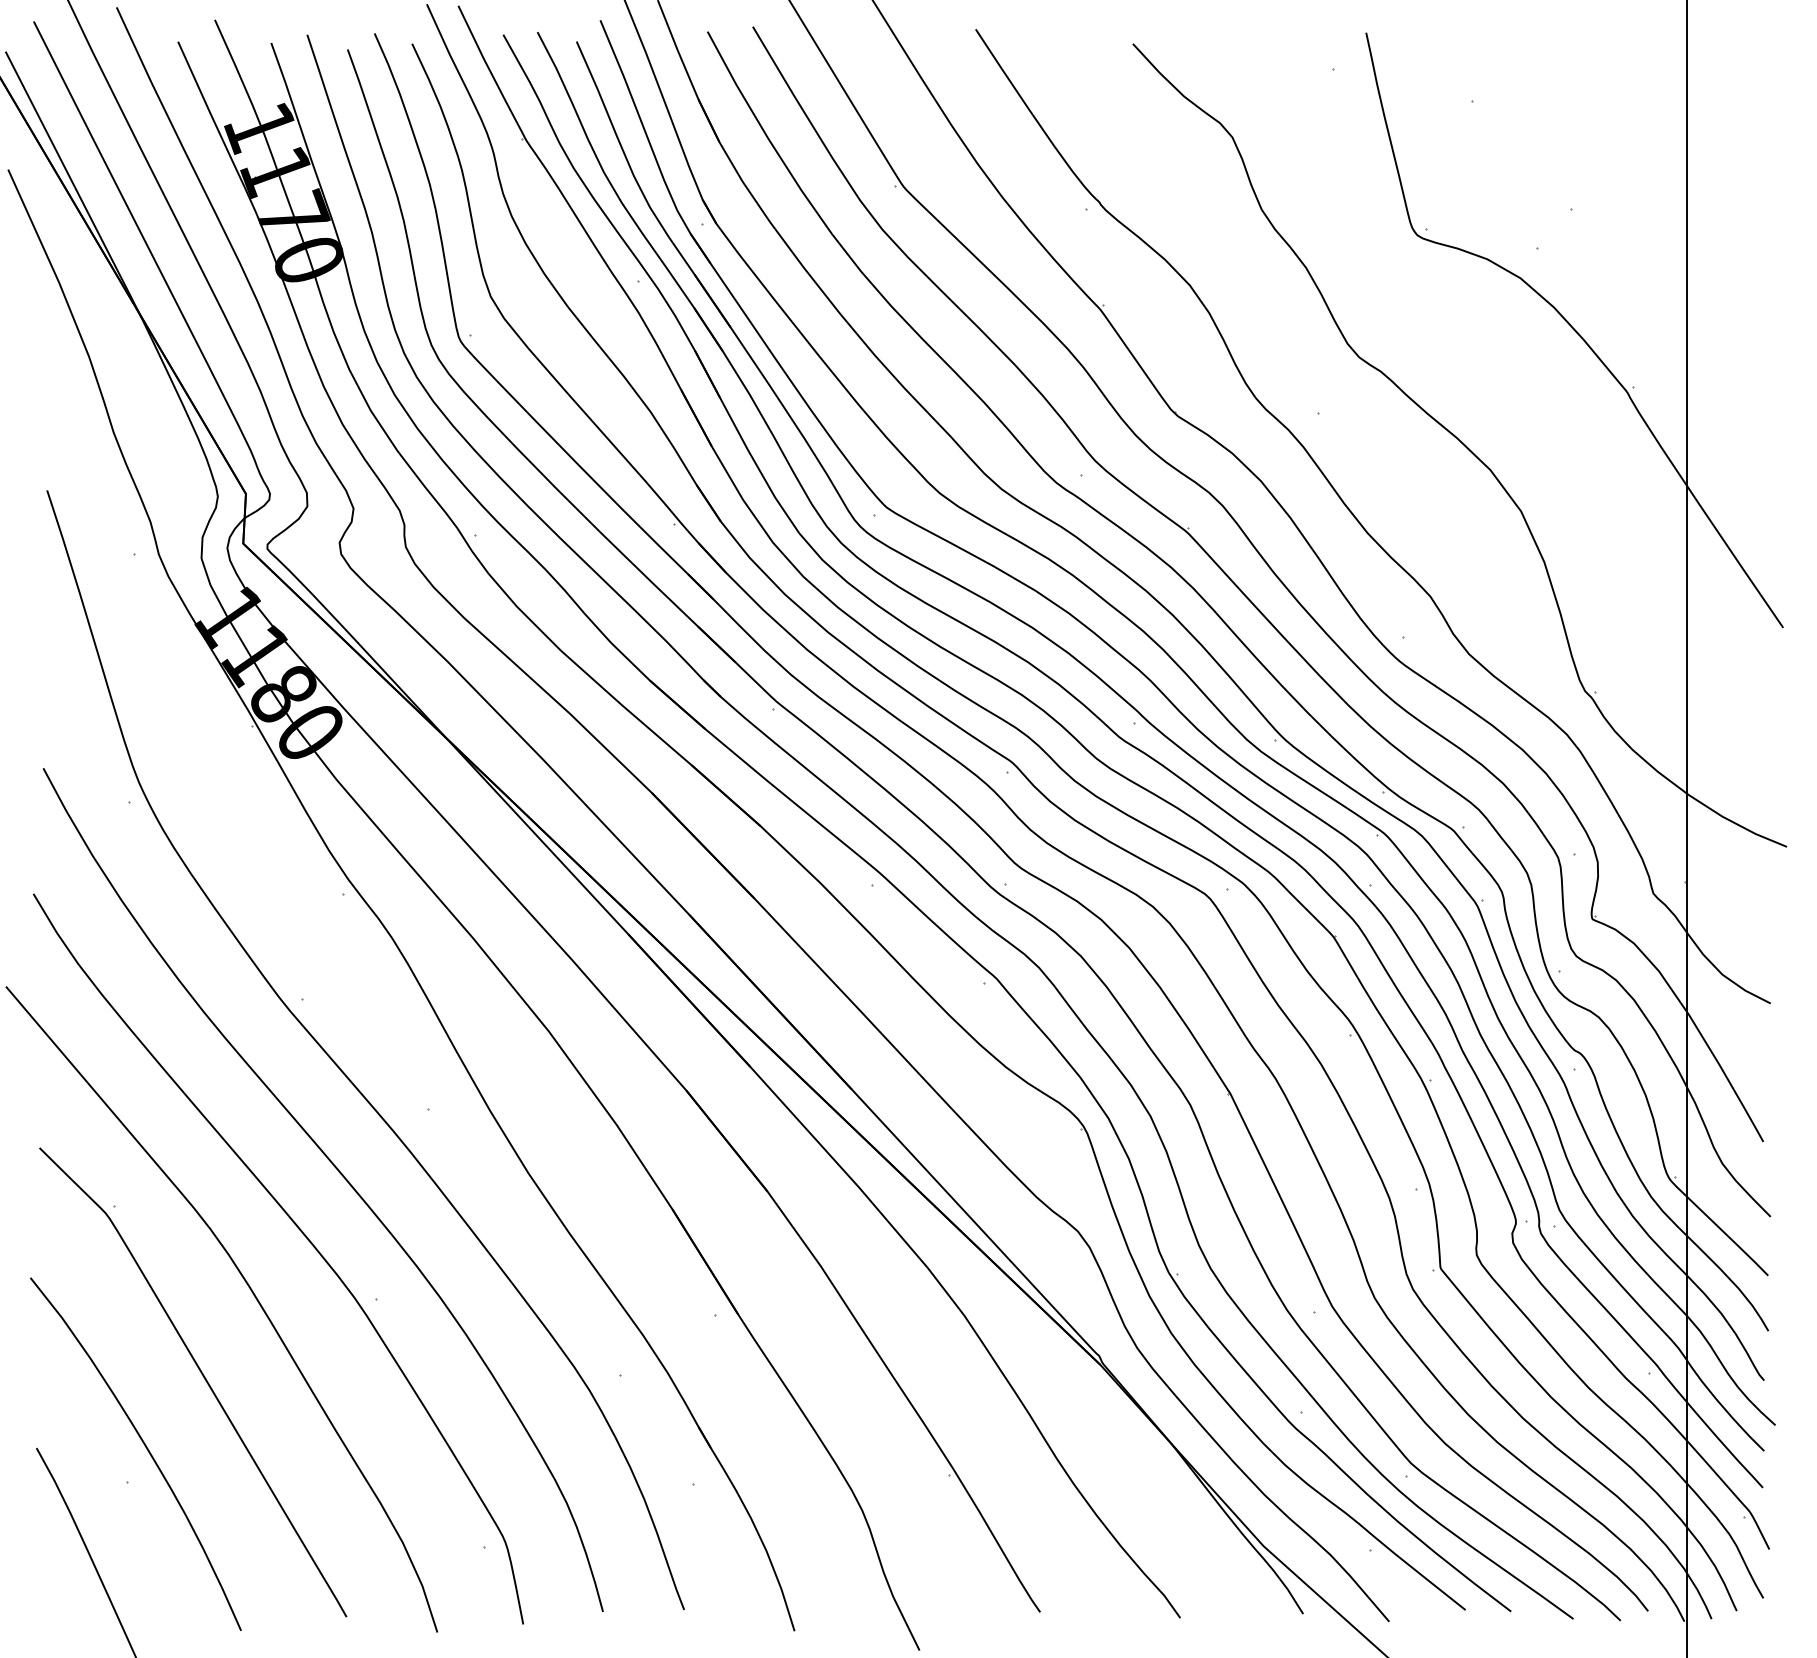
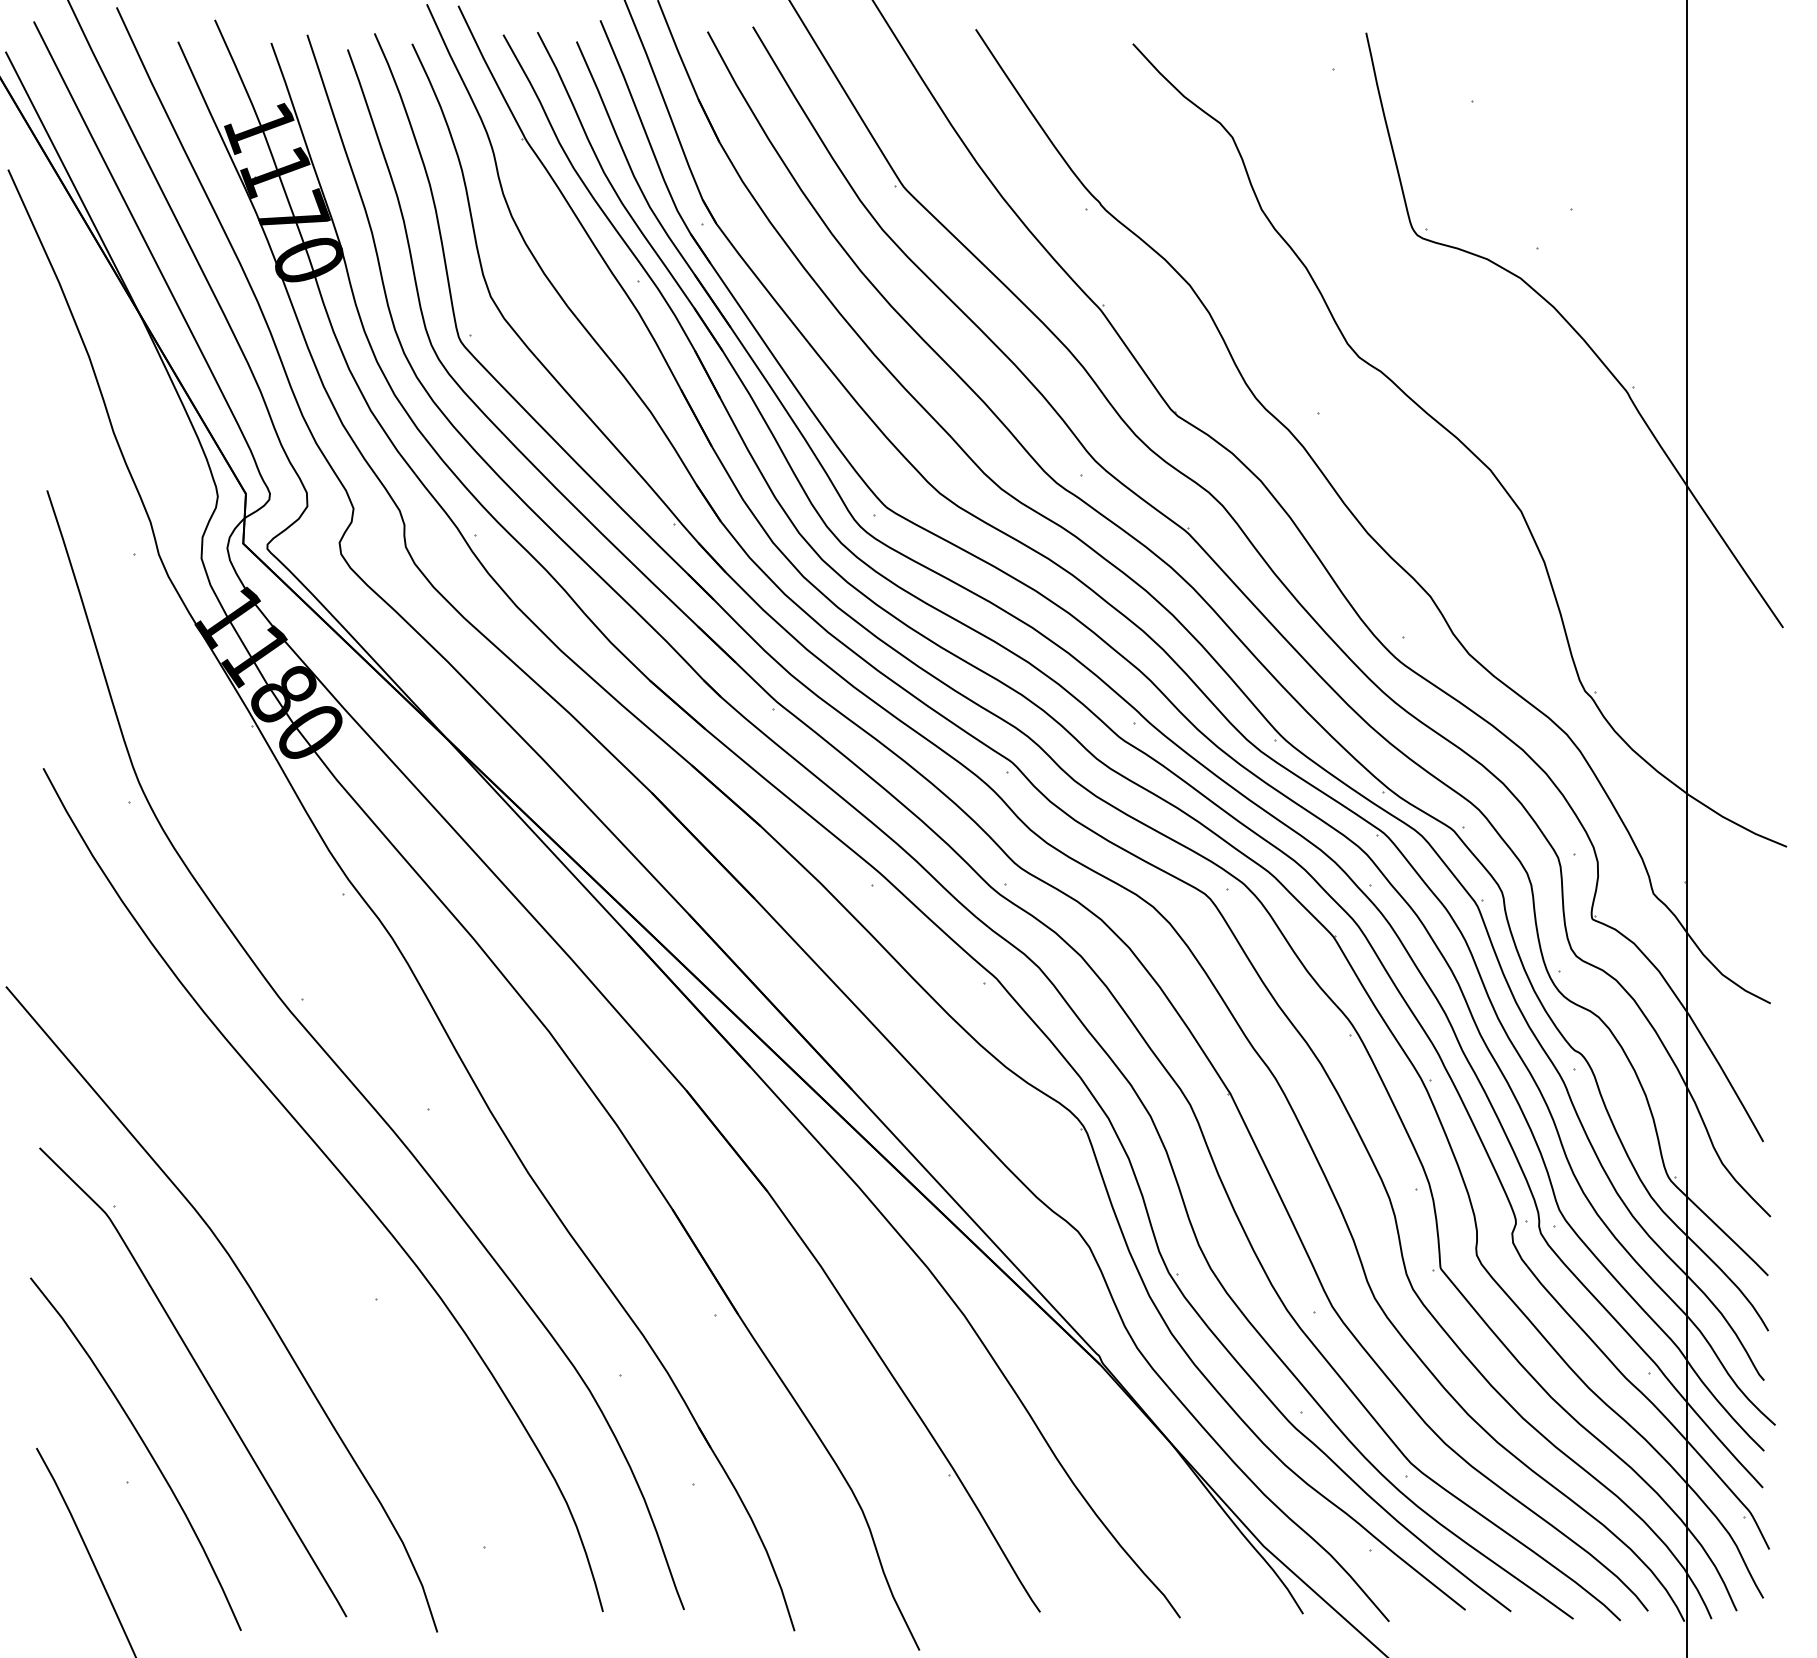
curve at (303, 1235): present -> none
